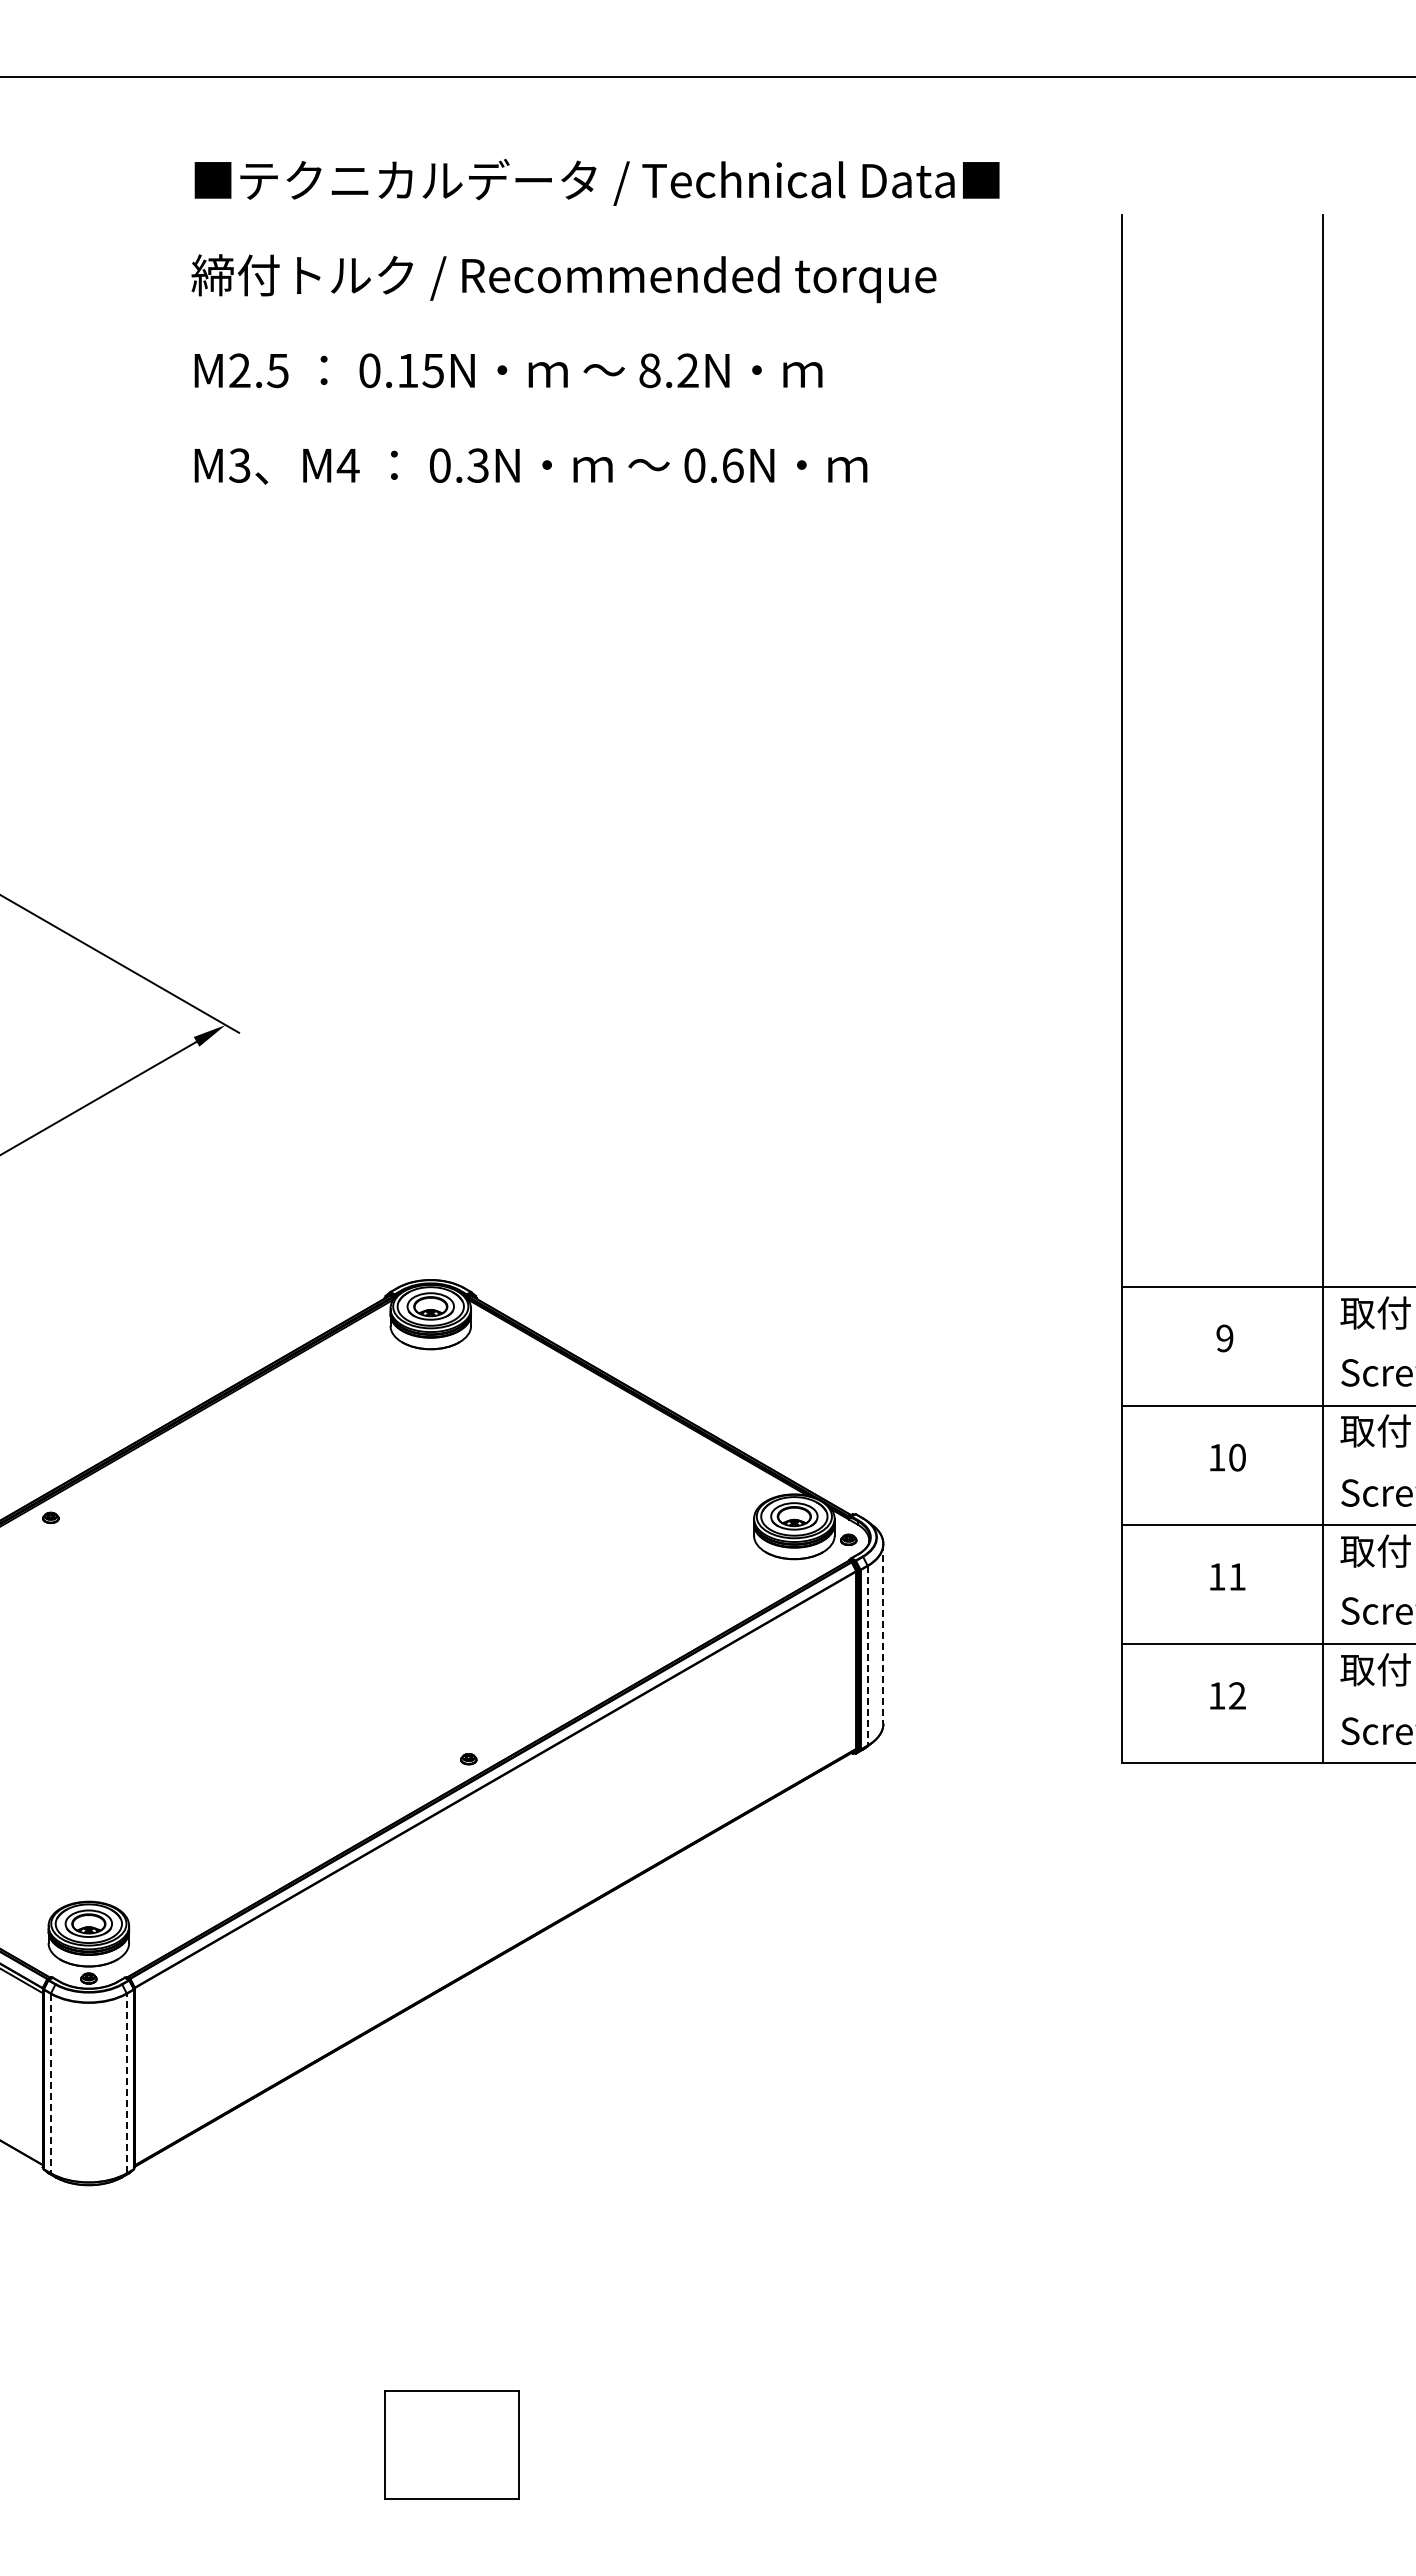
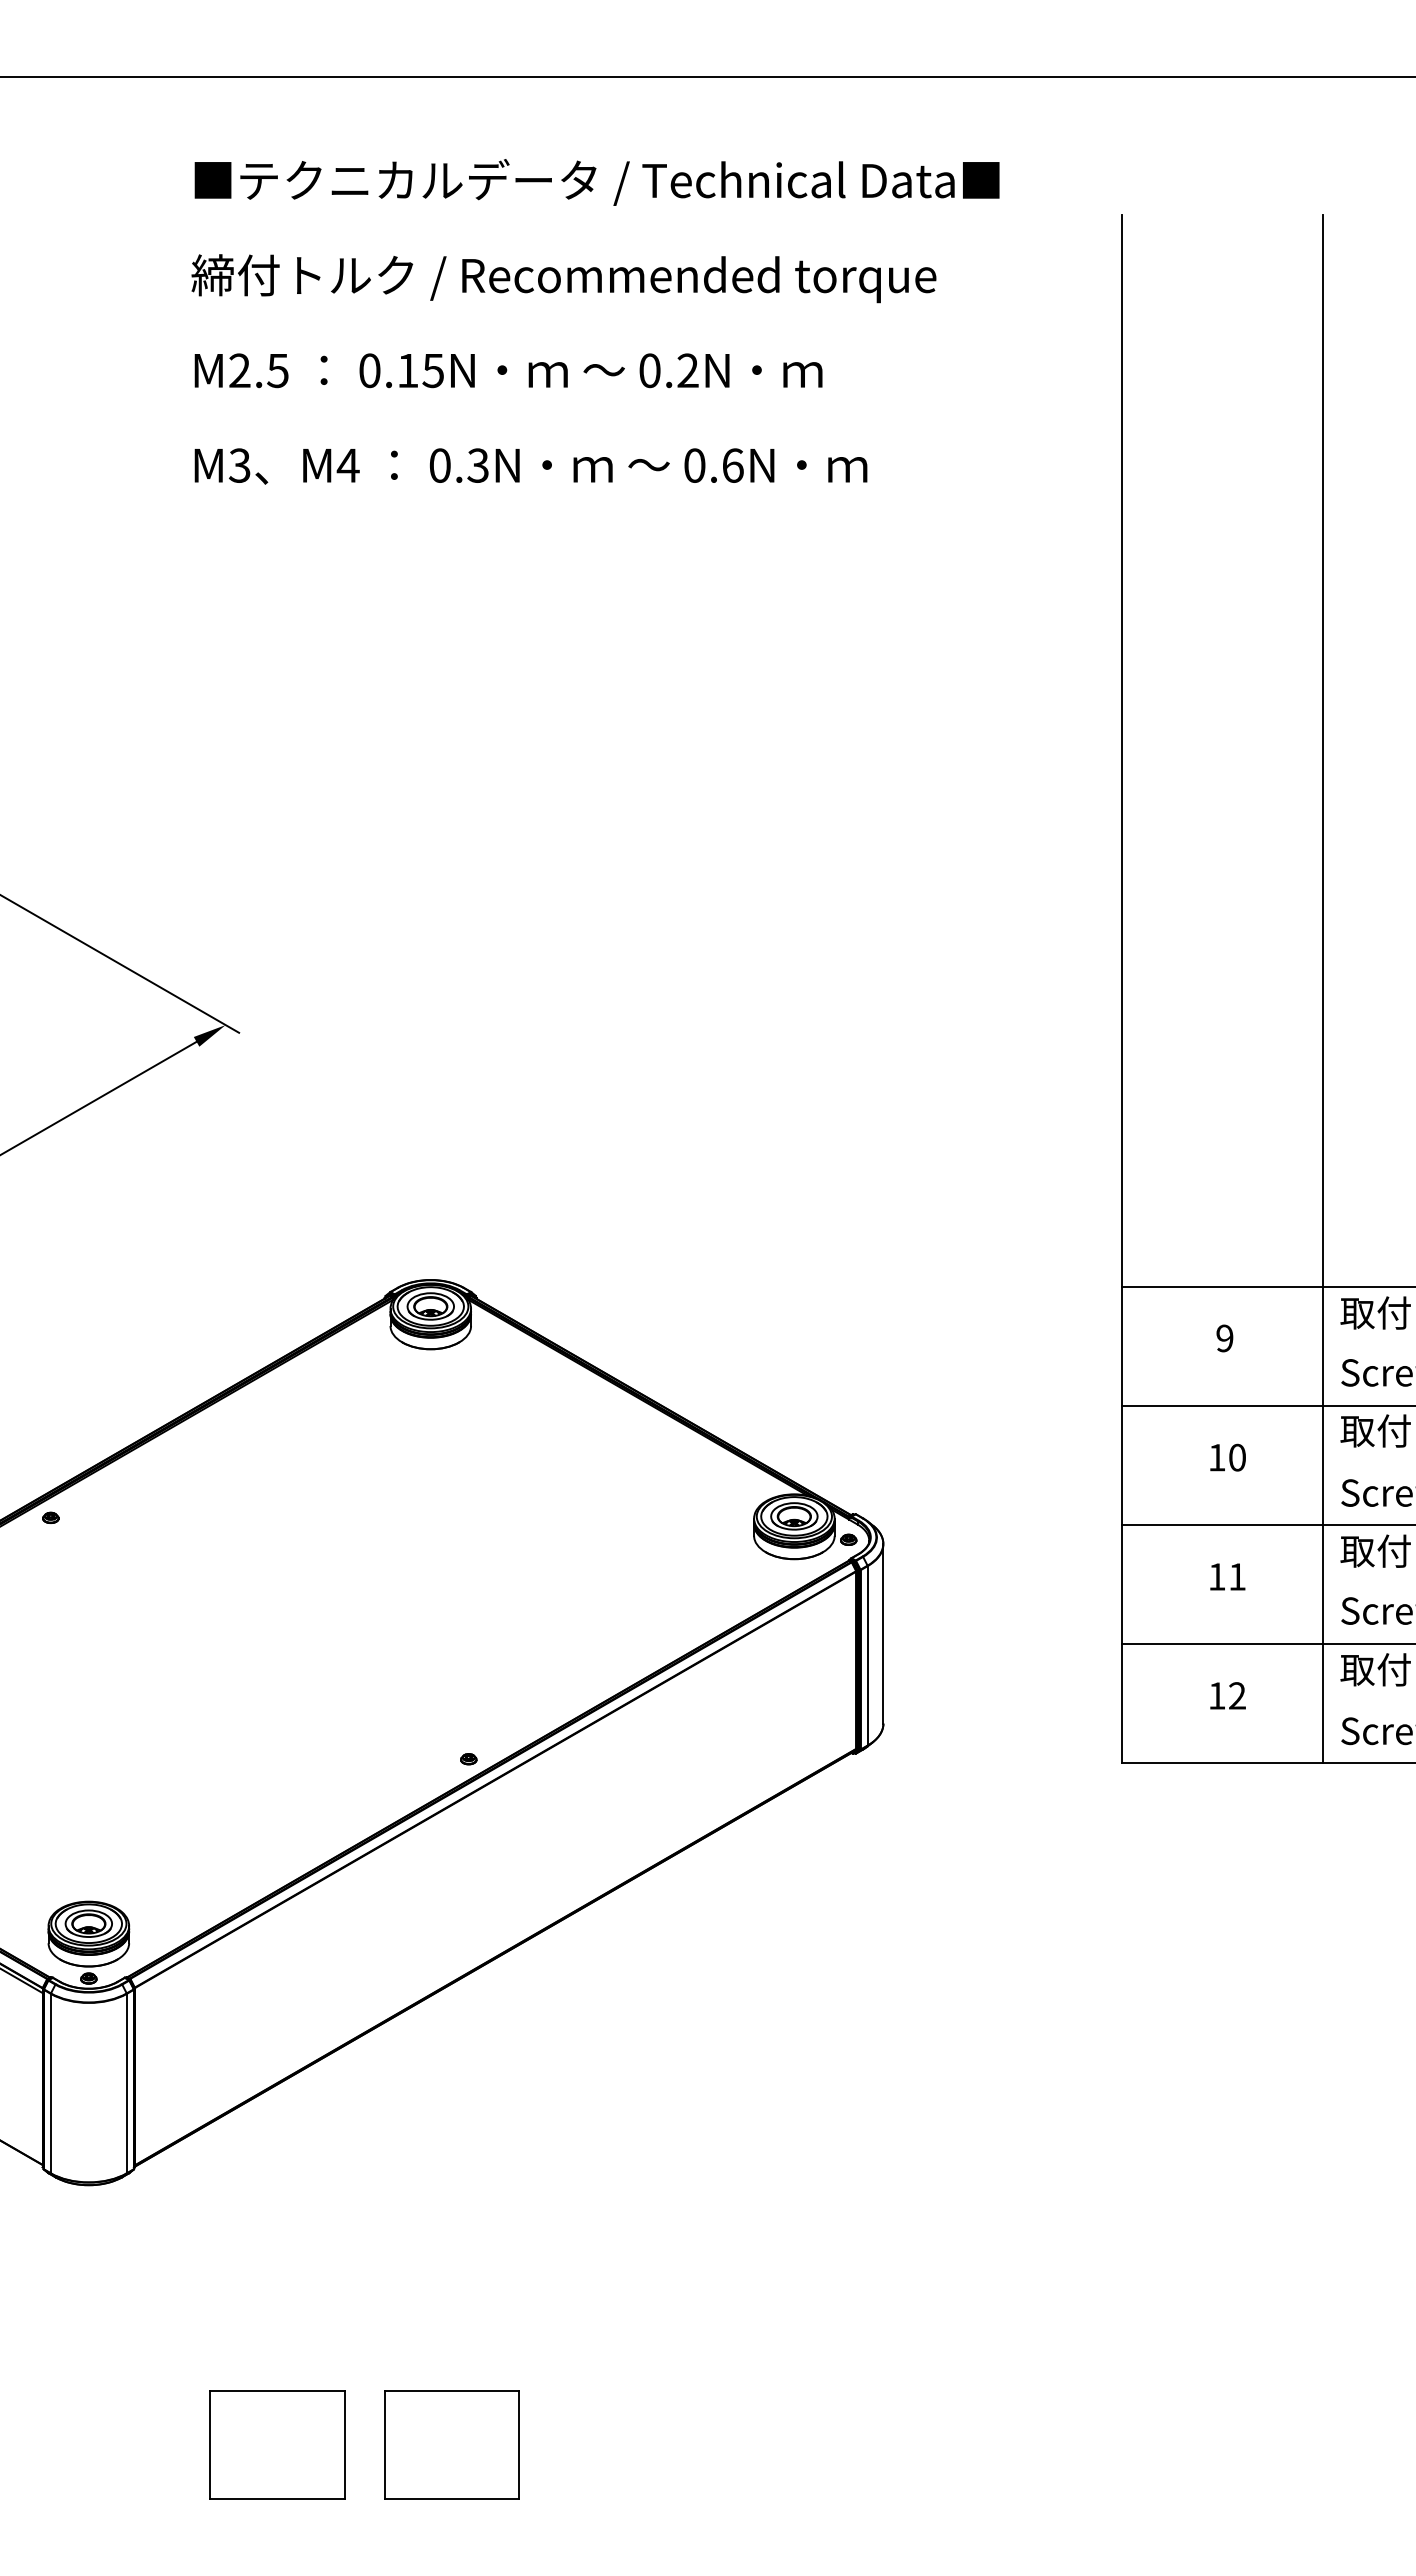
text at (649, 370): 8.2N -> 0.2N
line at (883, 1633): dashed -> solid
line at (867, 1655): dashed -> solid
line at (50, 2083): dashed -> solid
line at (126, 2083): dashed -> solid
part at (277, 2444): none -> present
